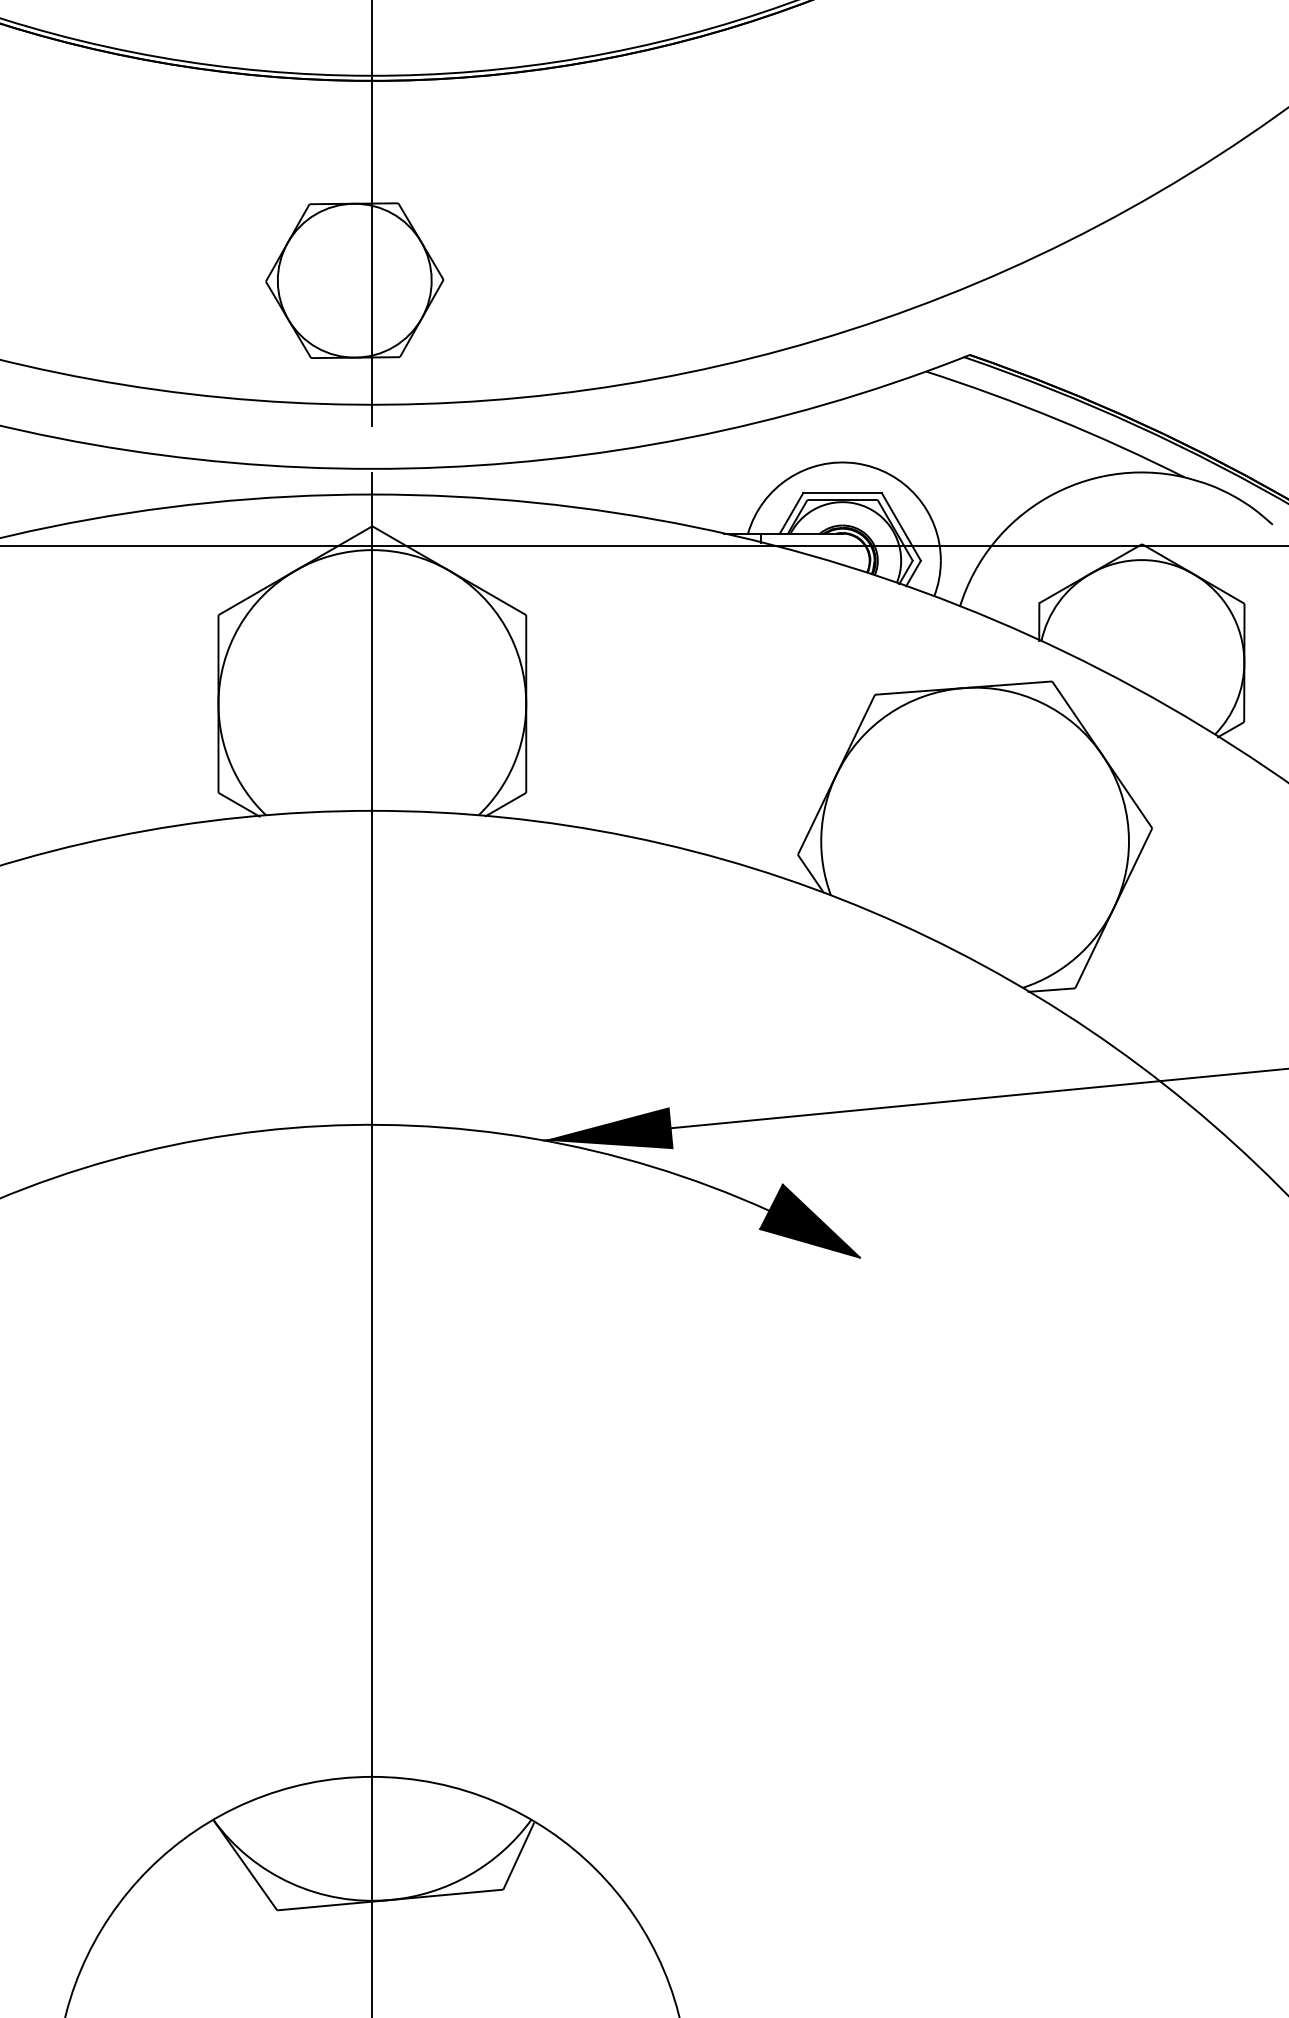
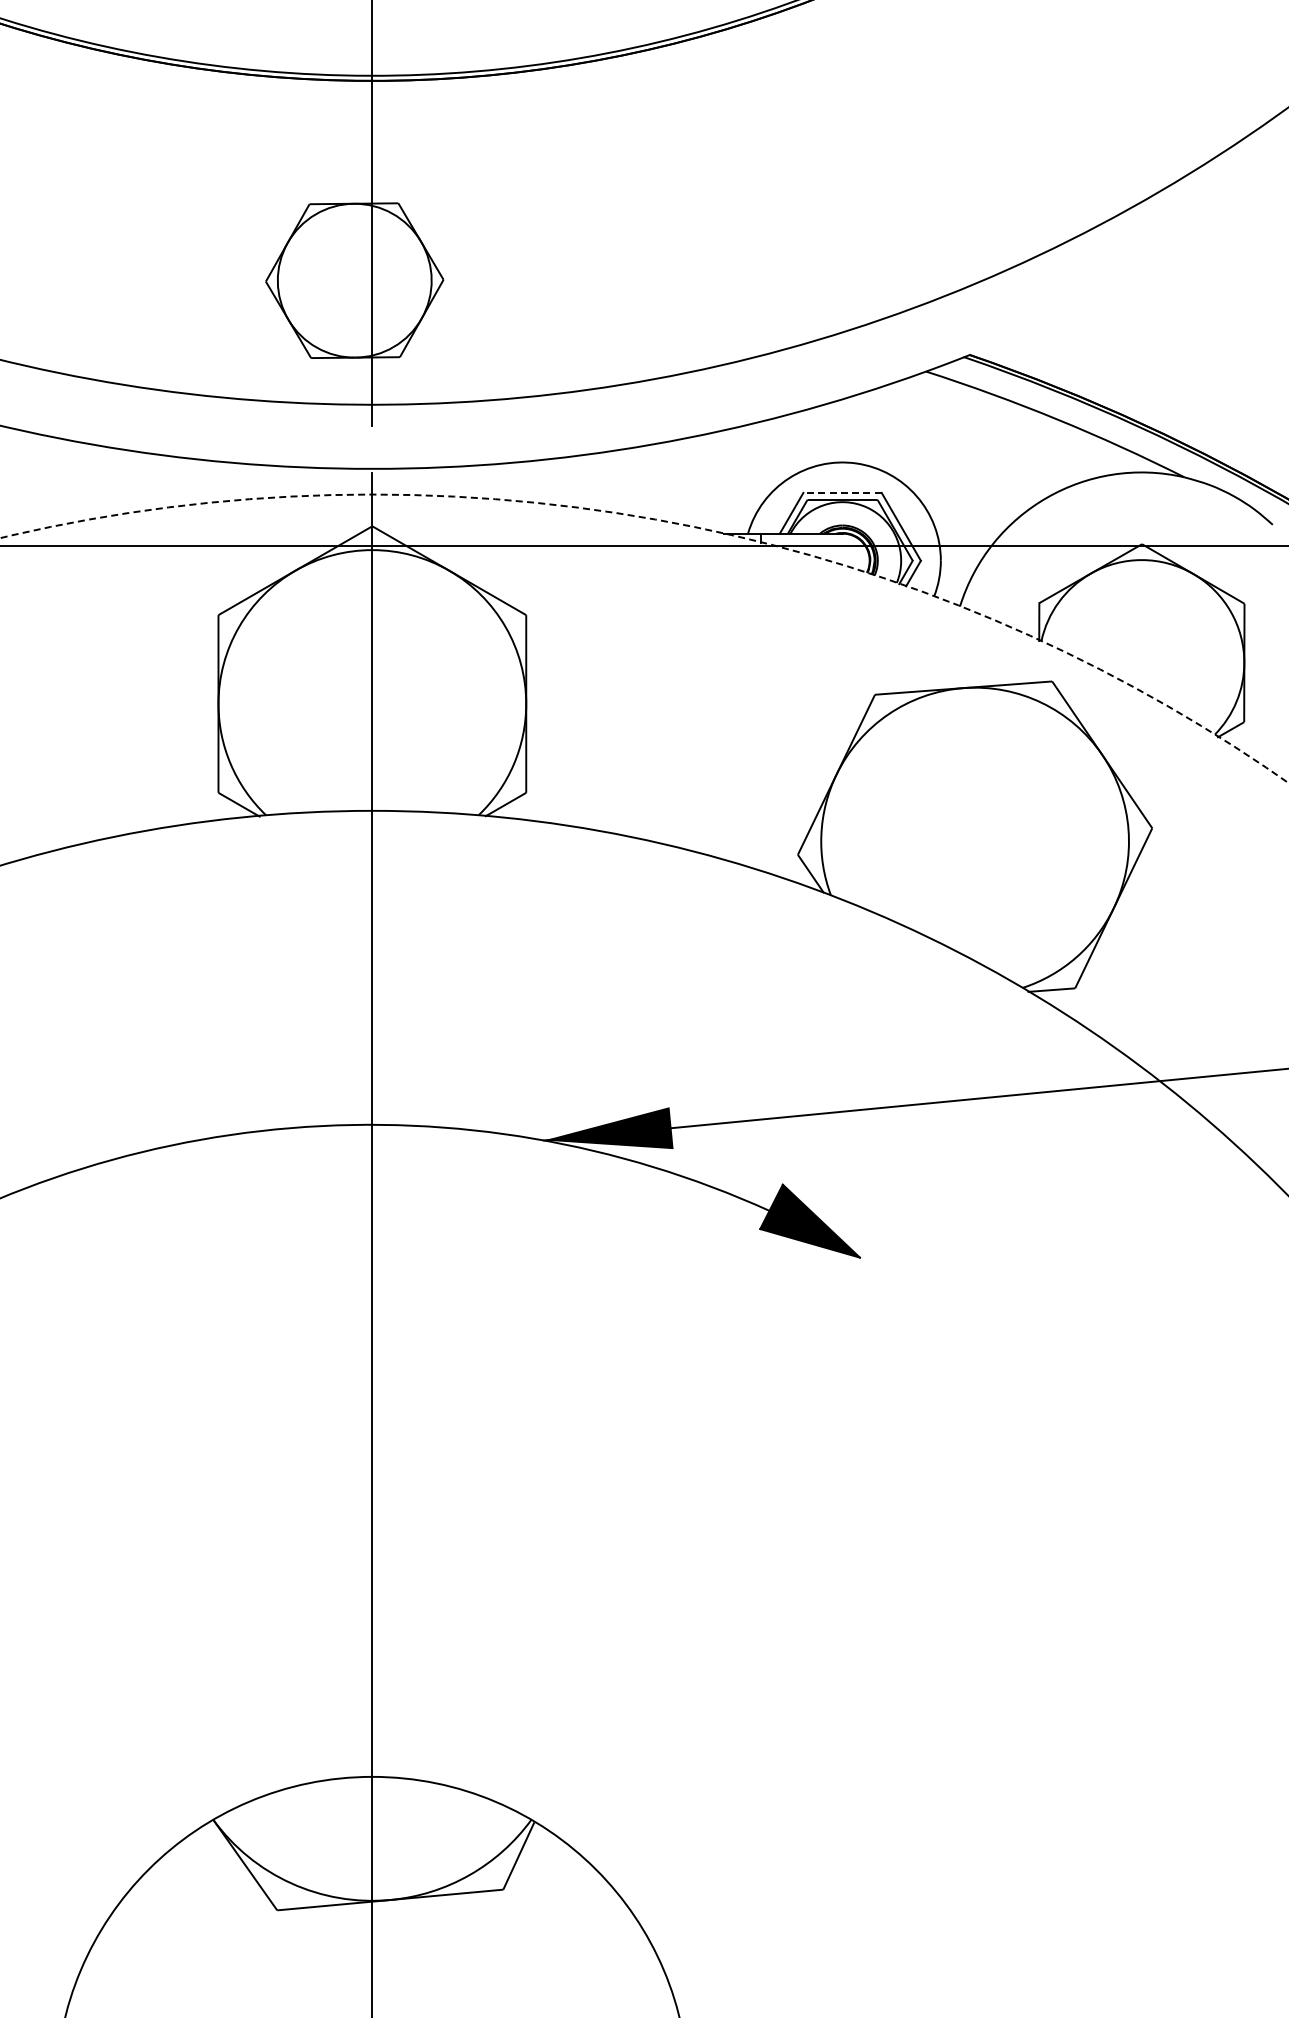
line at (842, 492): solid -> dashed
circle at (644, 638): solid -> dashed
